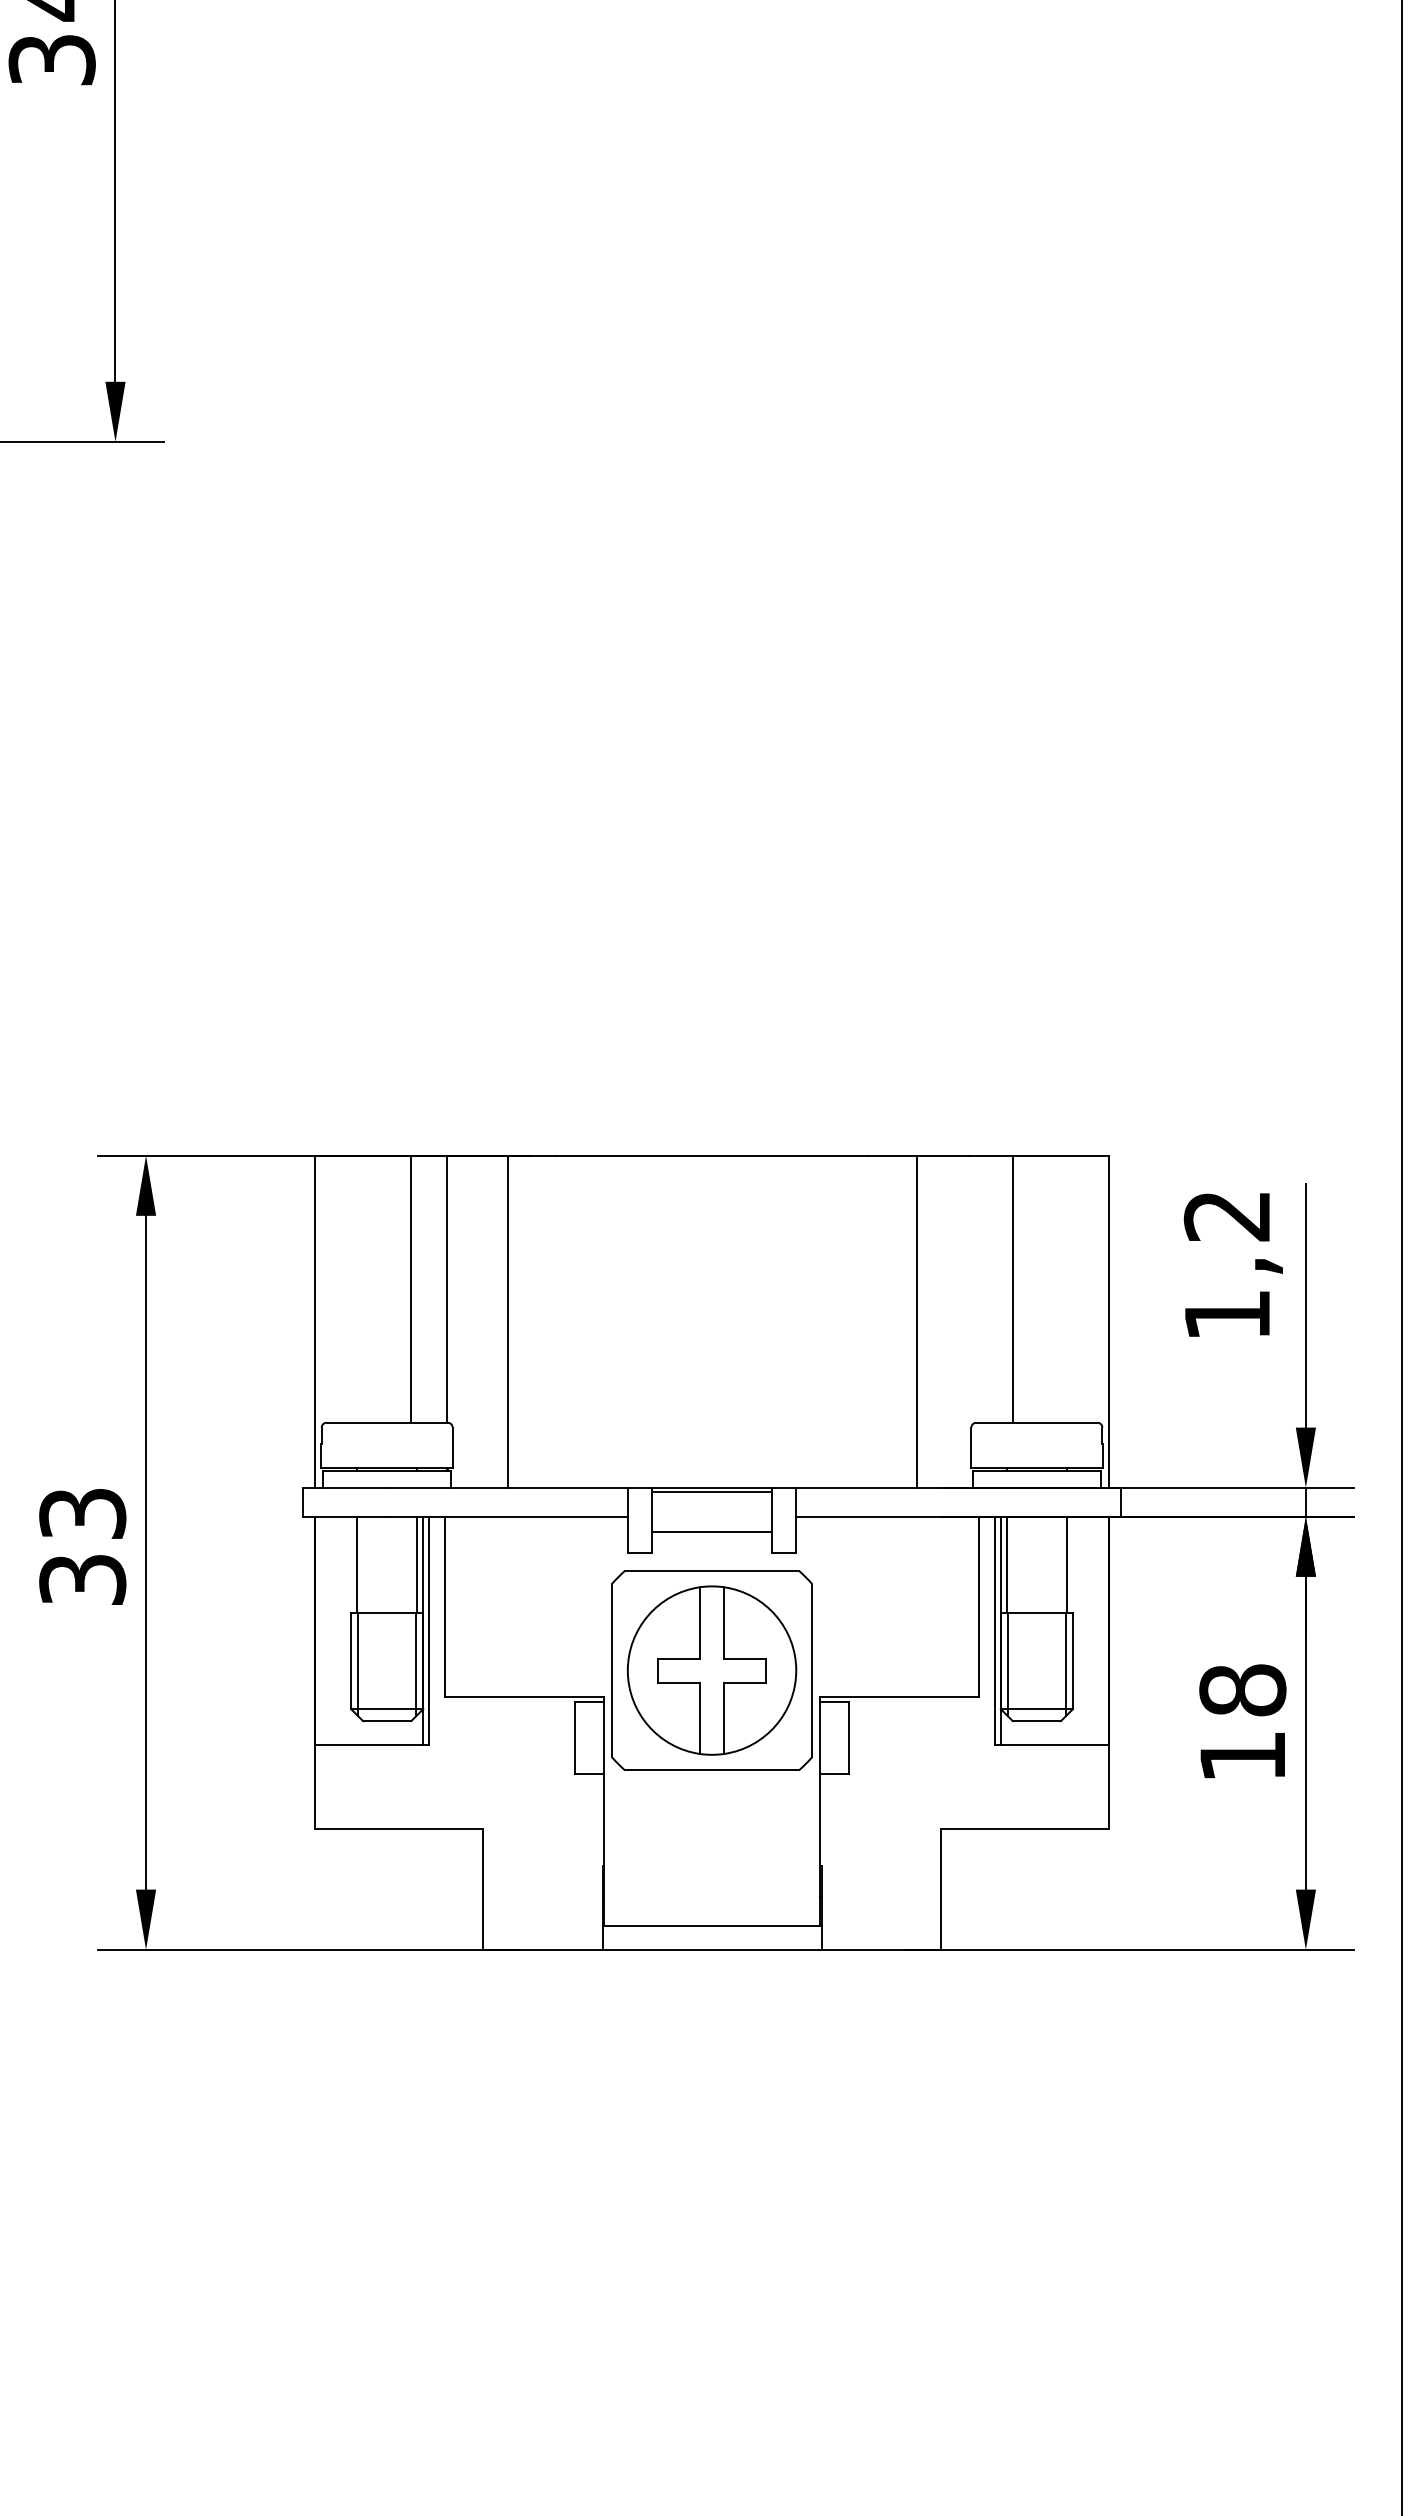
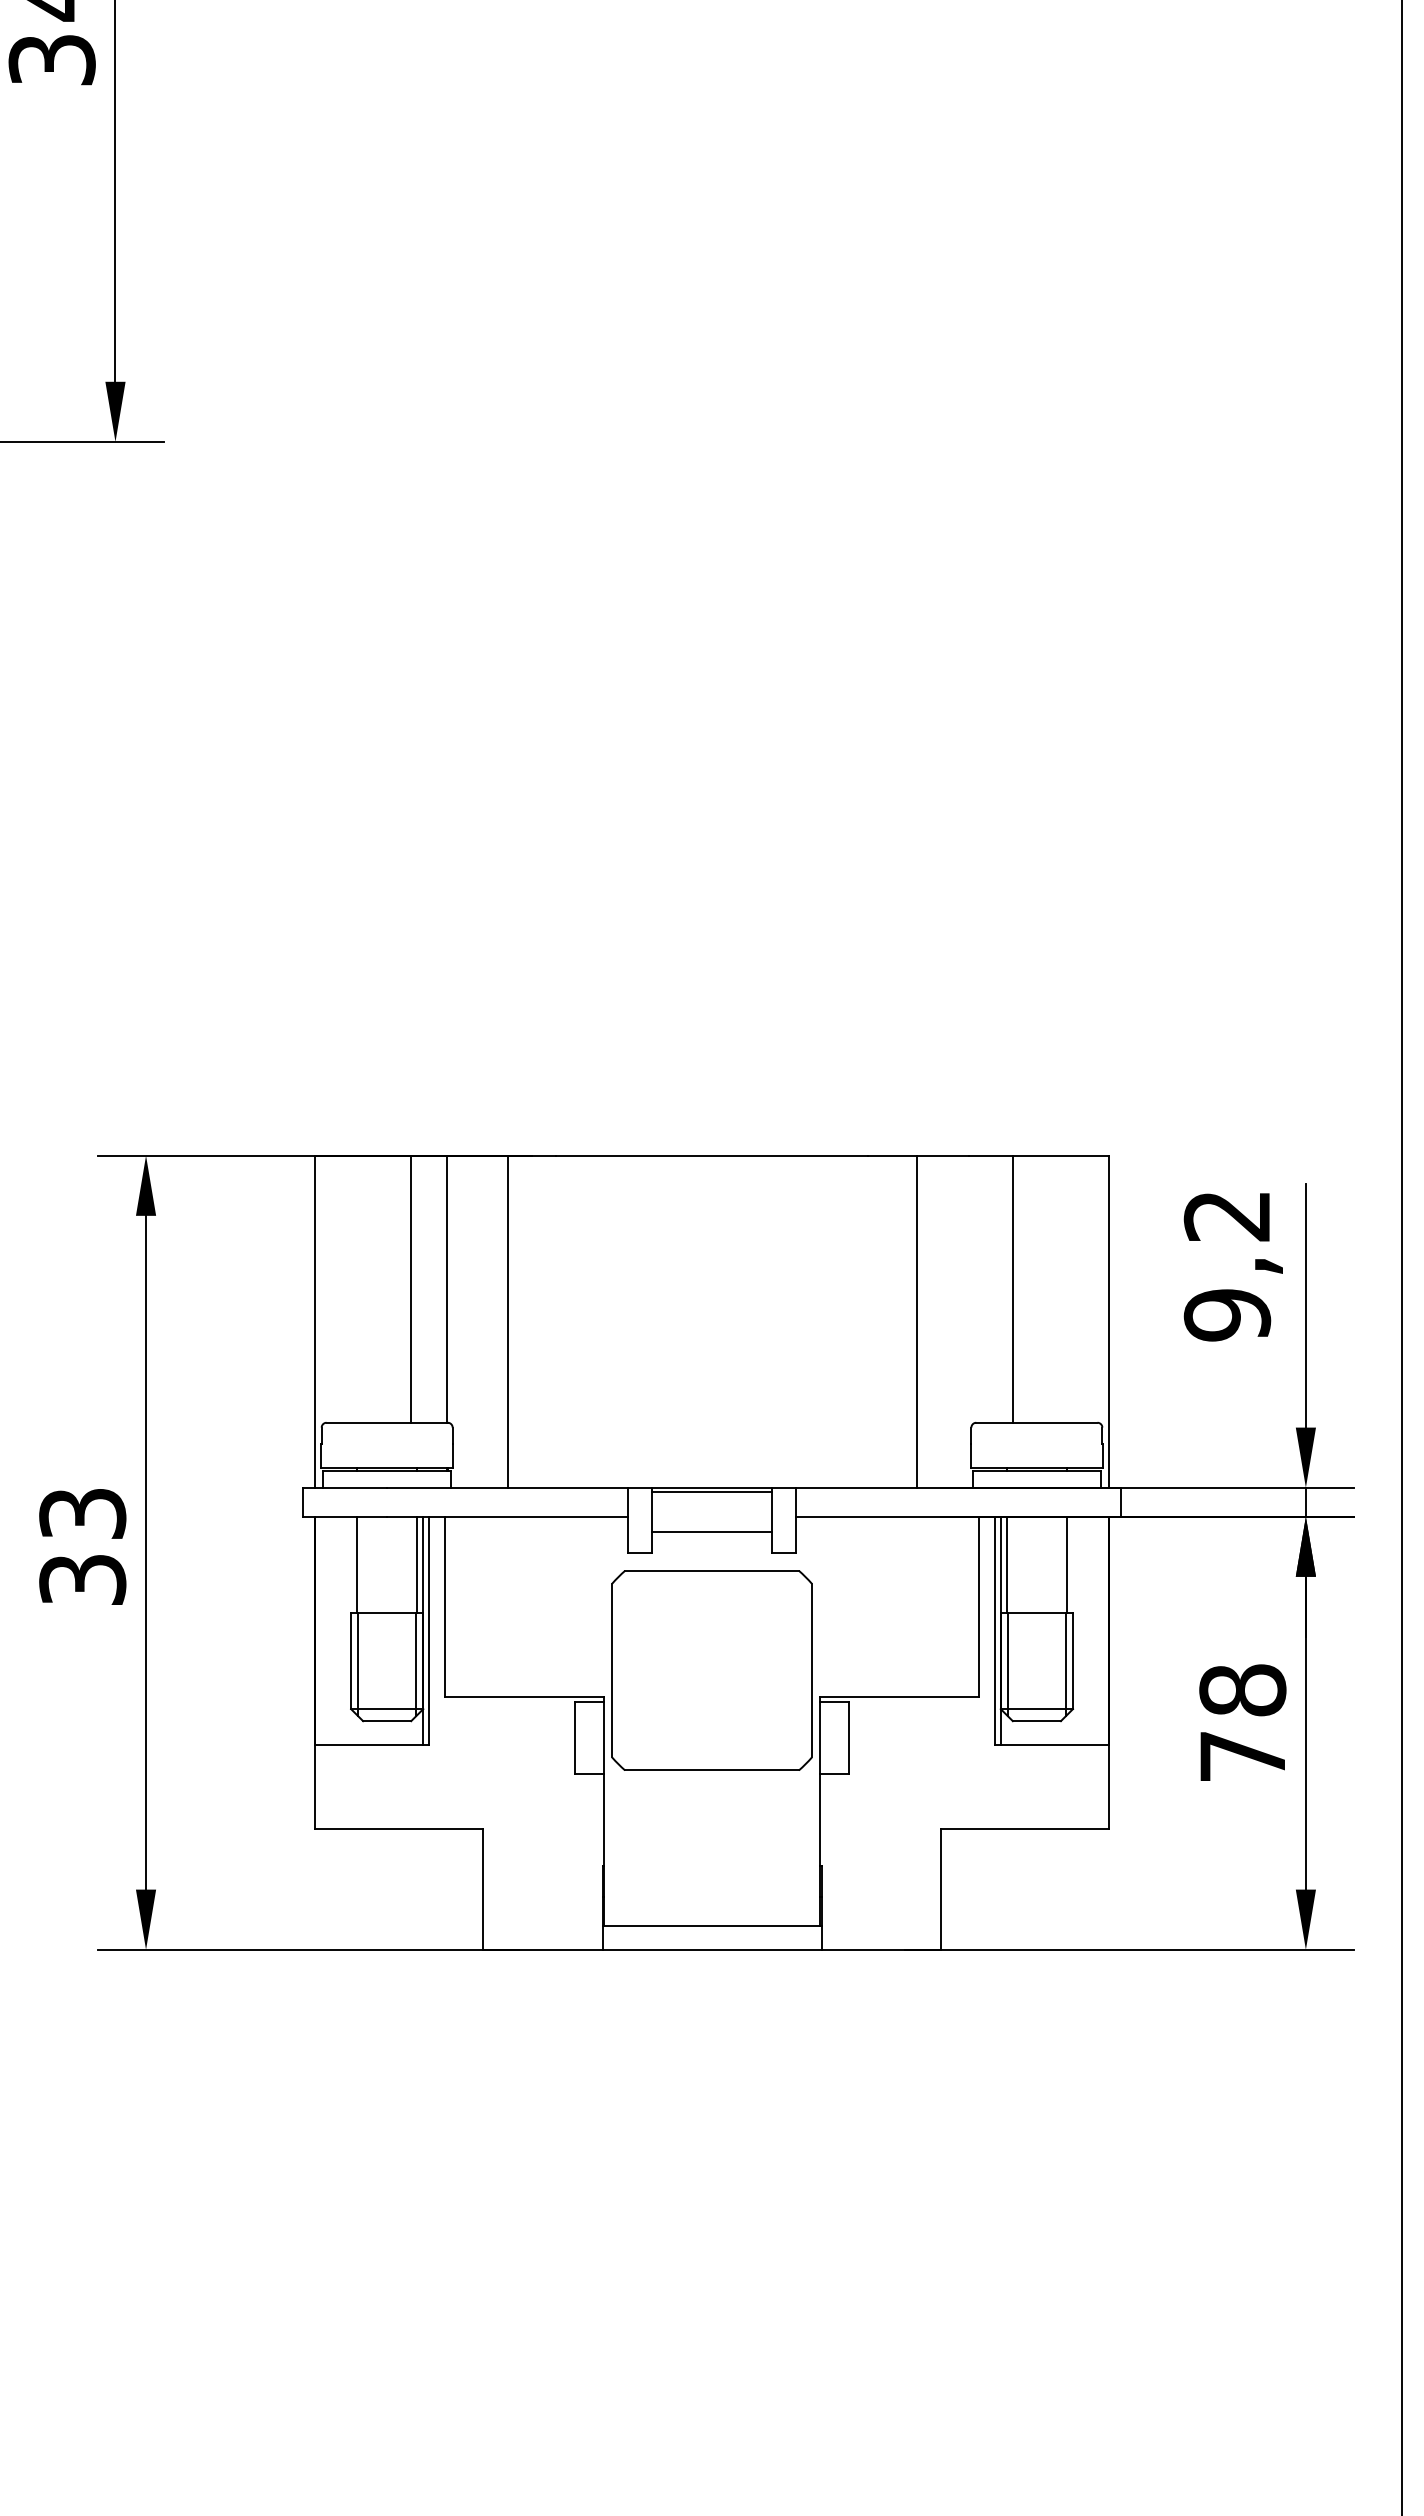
text at (1227, 1315): 1,2 -> 9,2
part at (711, 1670): present -> none
text at (1242, 1756): 18 -> 78
